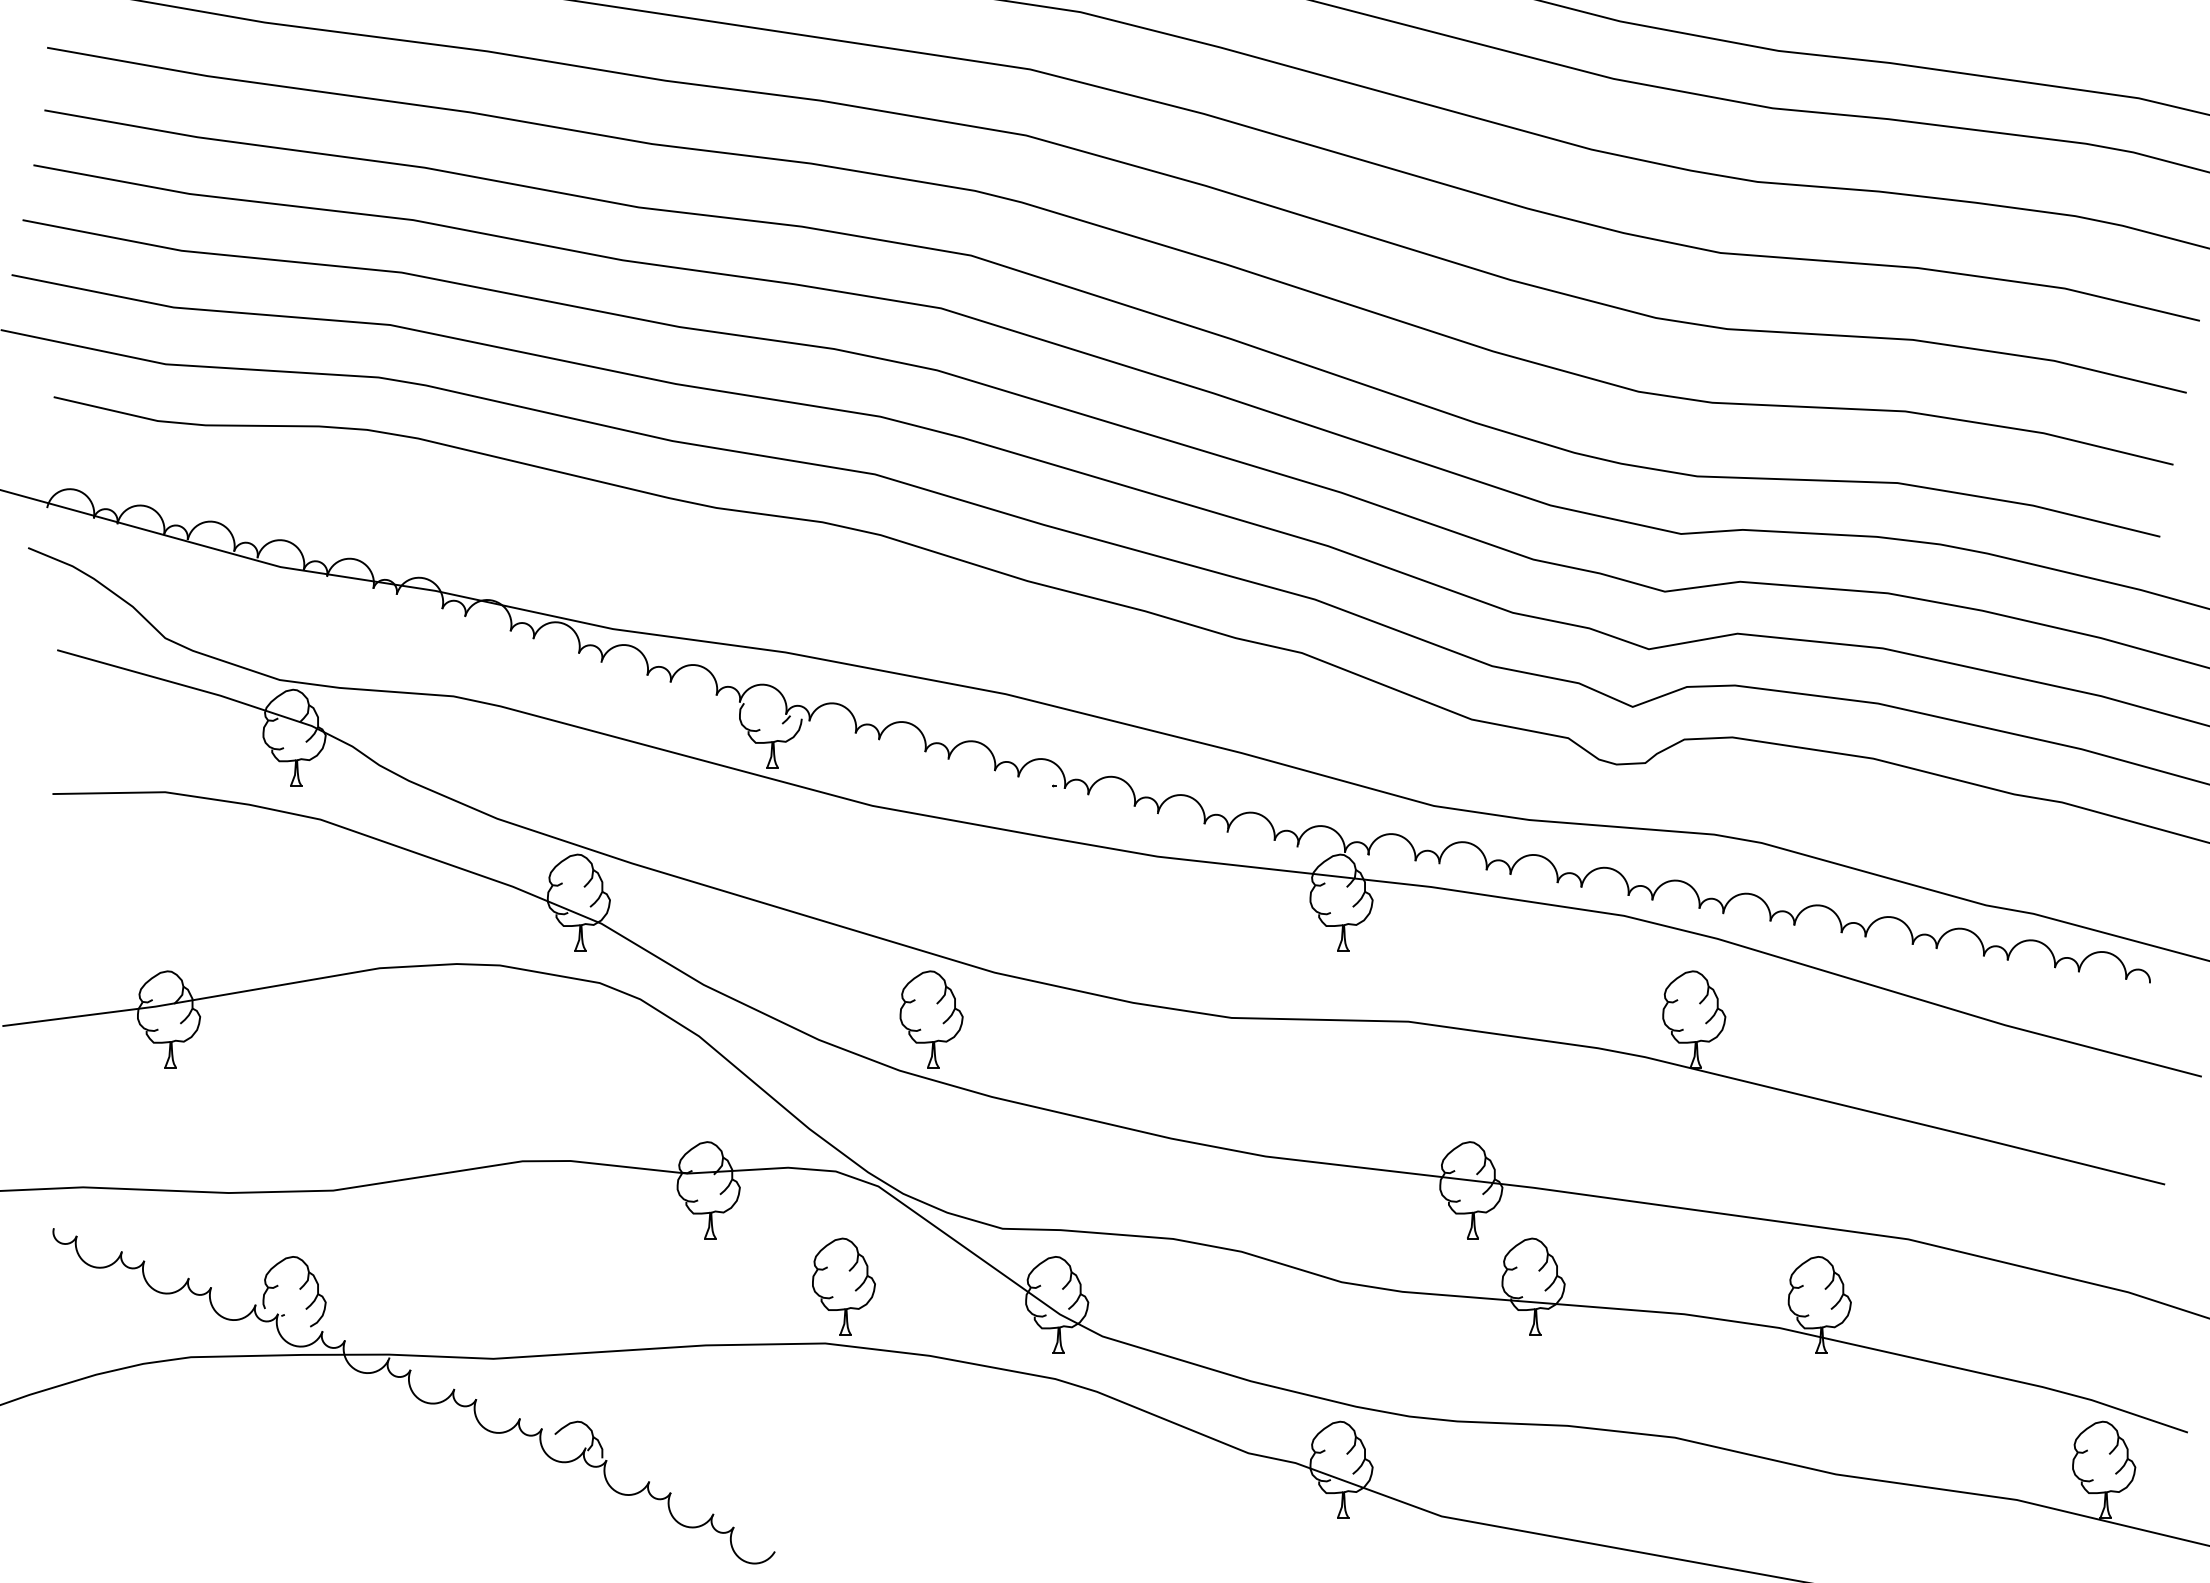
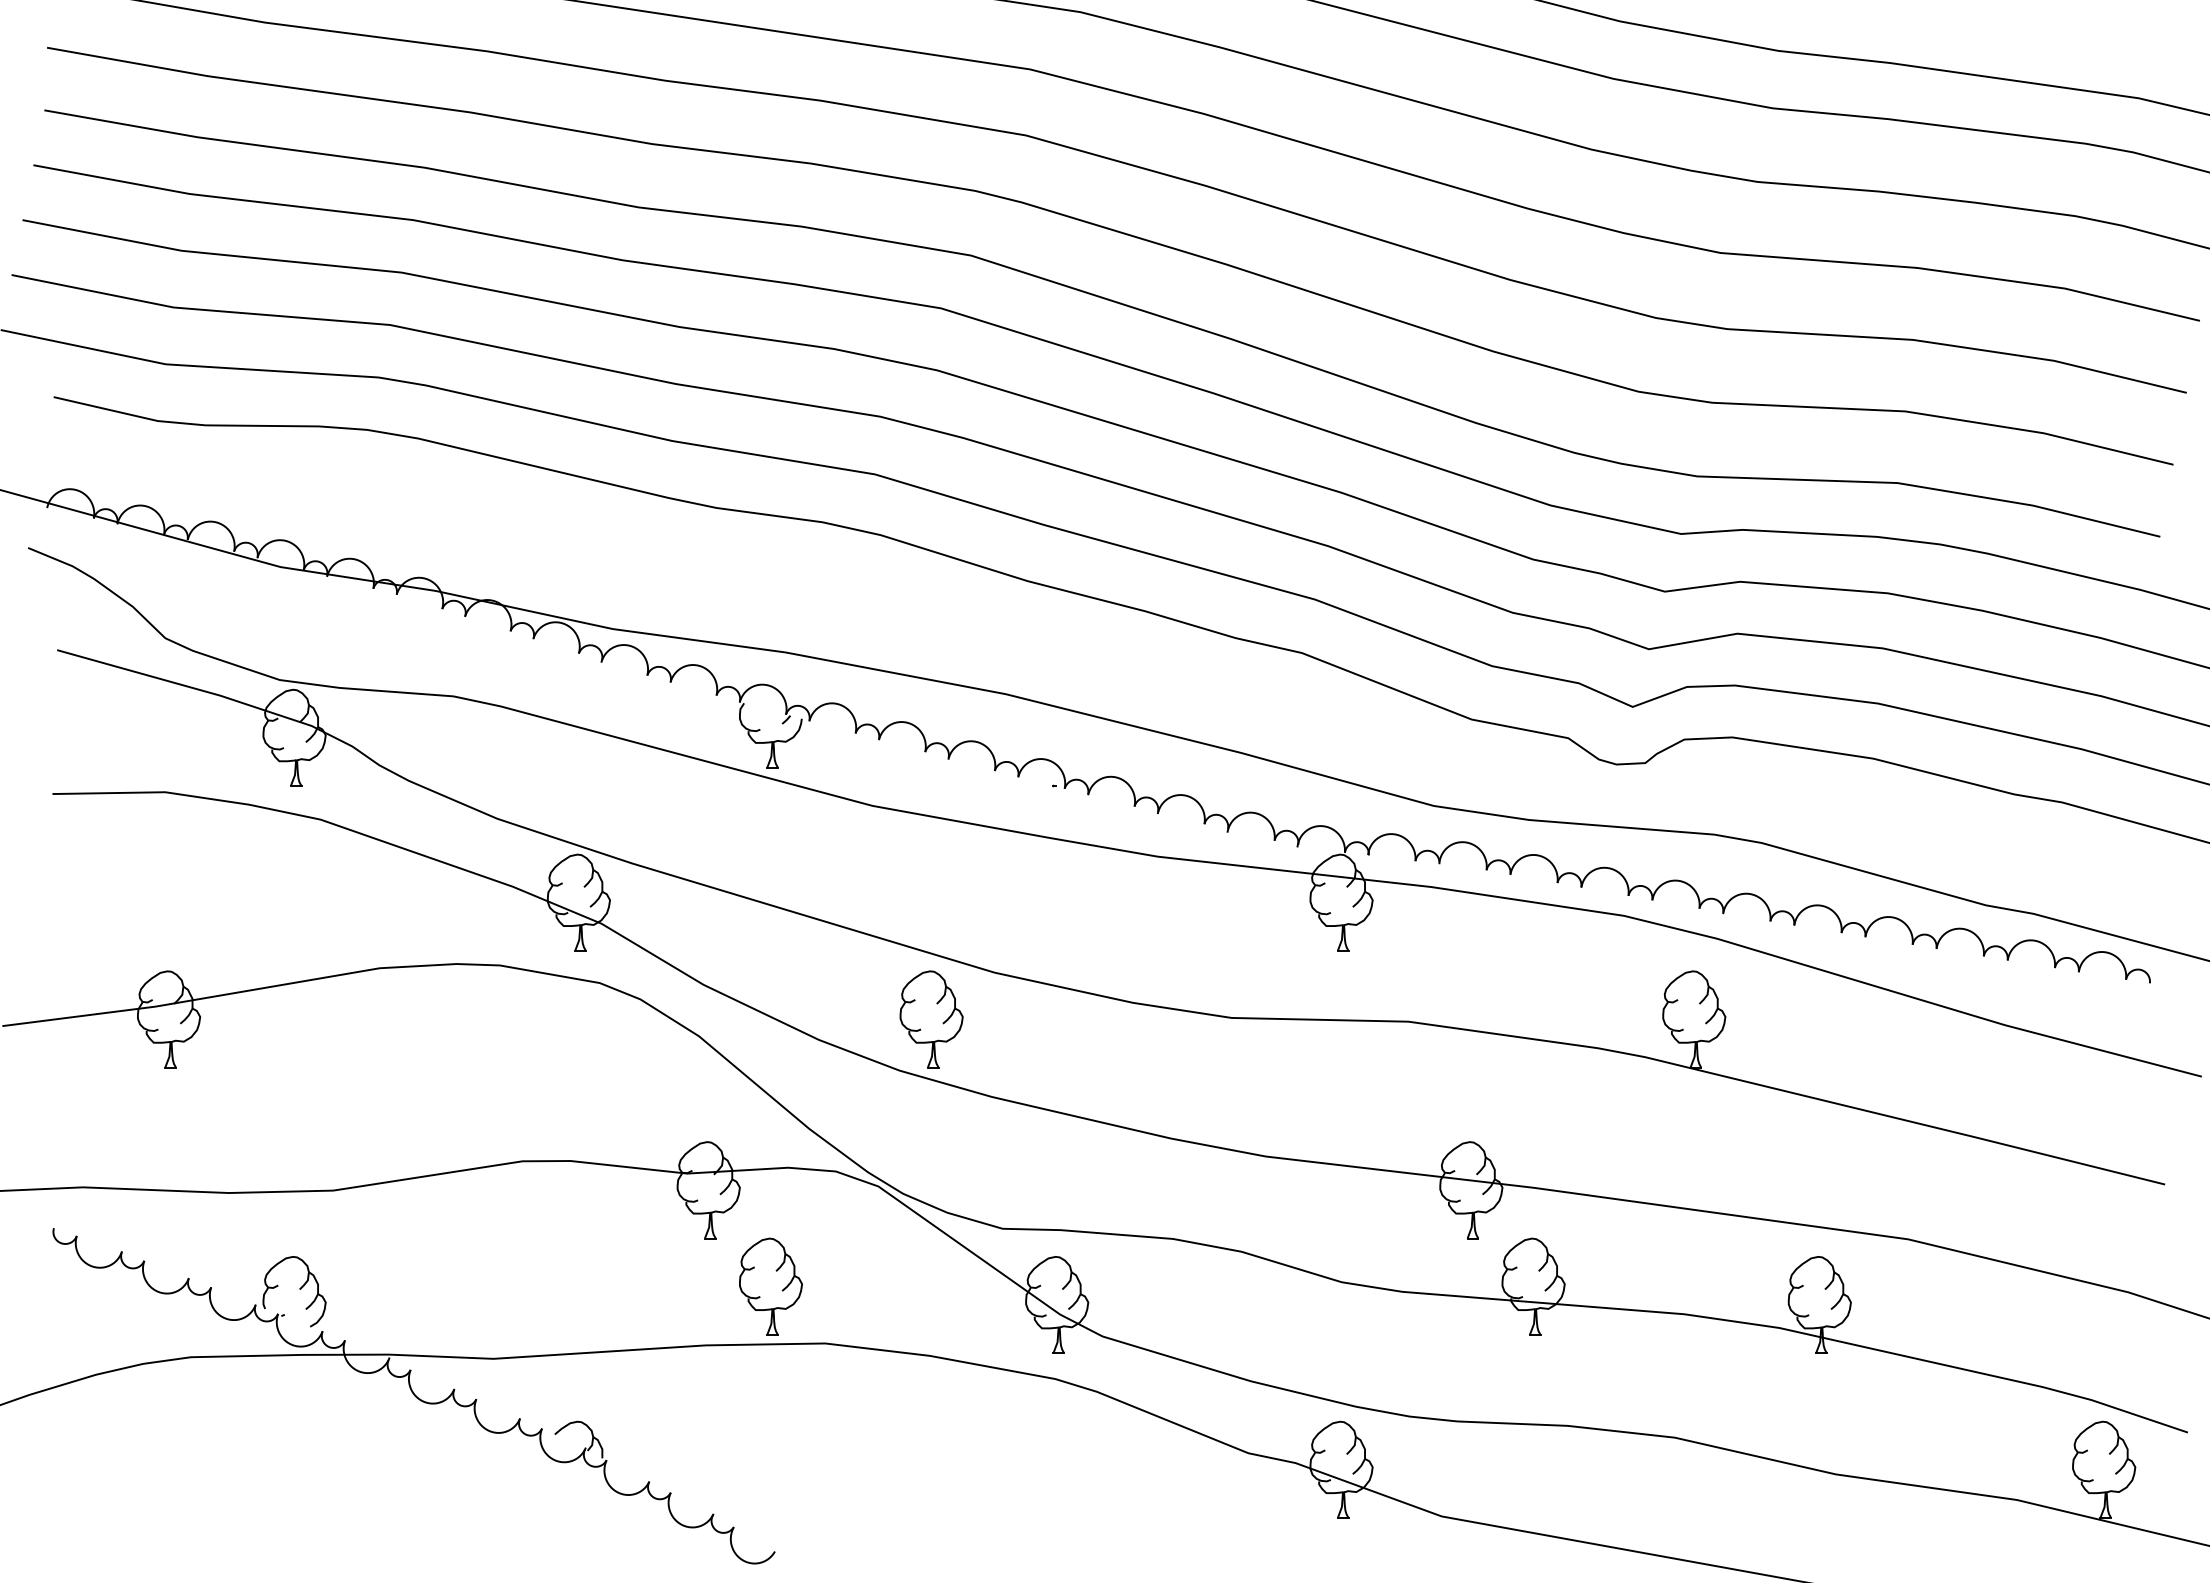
part at (843, 1286) position: (843, 1286) -> (770, 1286)
